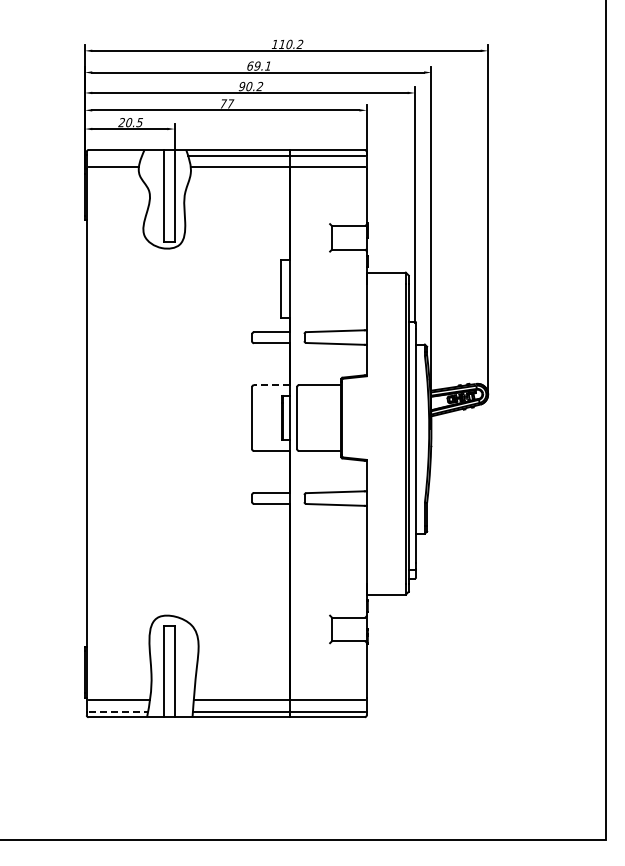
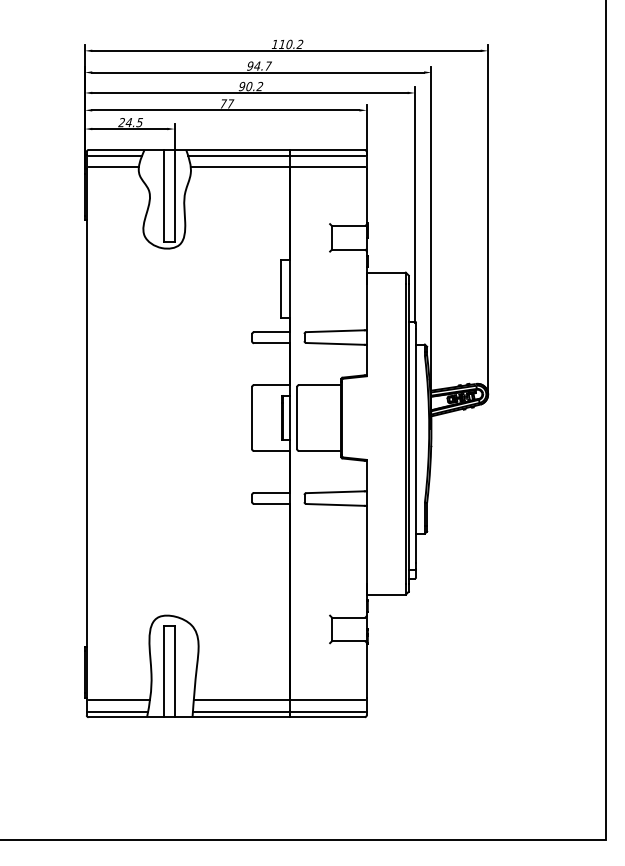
text at (259, 65): 69.1 -> 94.7
text at (128, 122): 20.5 -> 24.5
line at (115, 155): none -> present
line at (271, 385): dashed -> solid
line at (118, 711): dashed -> solid
